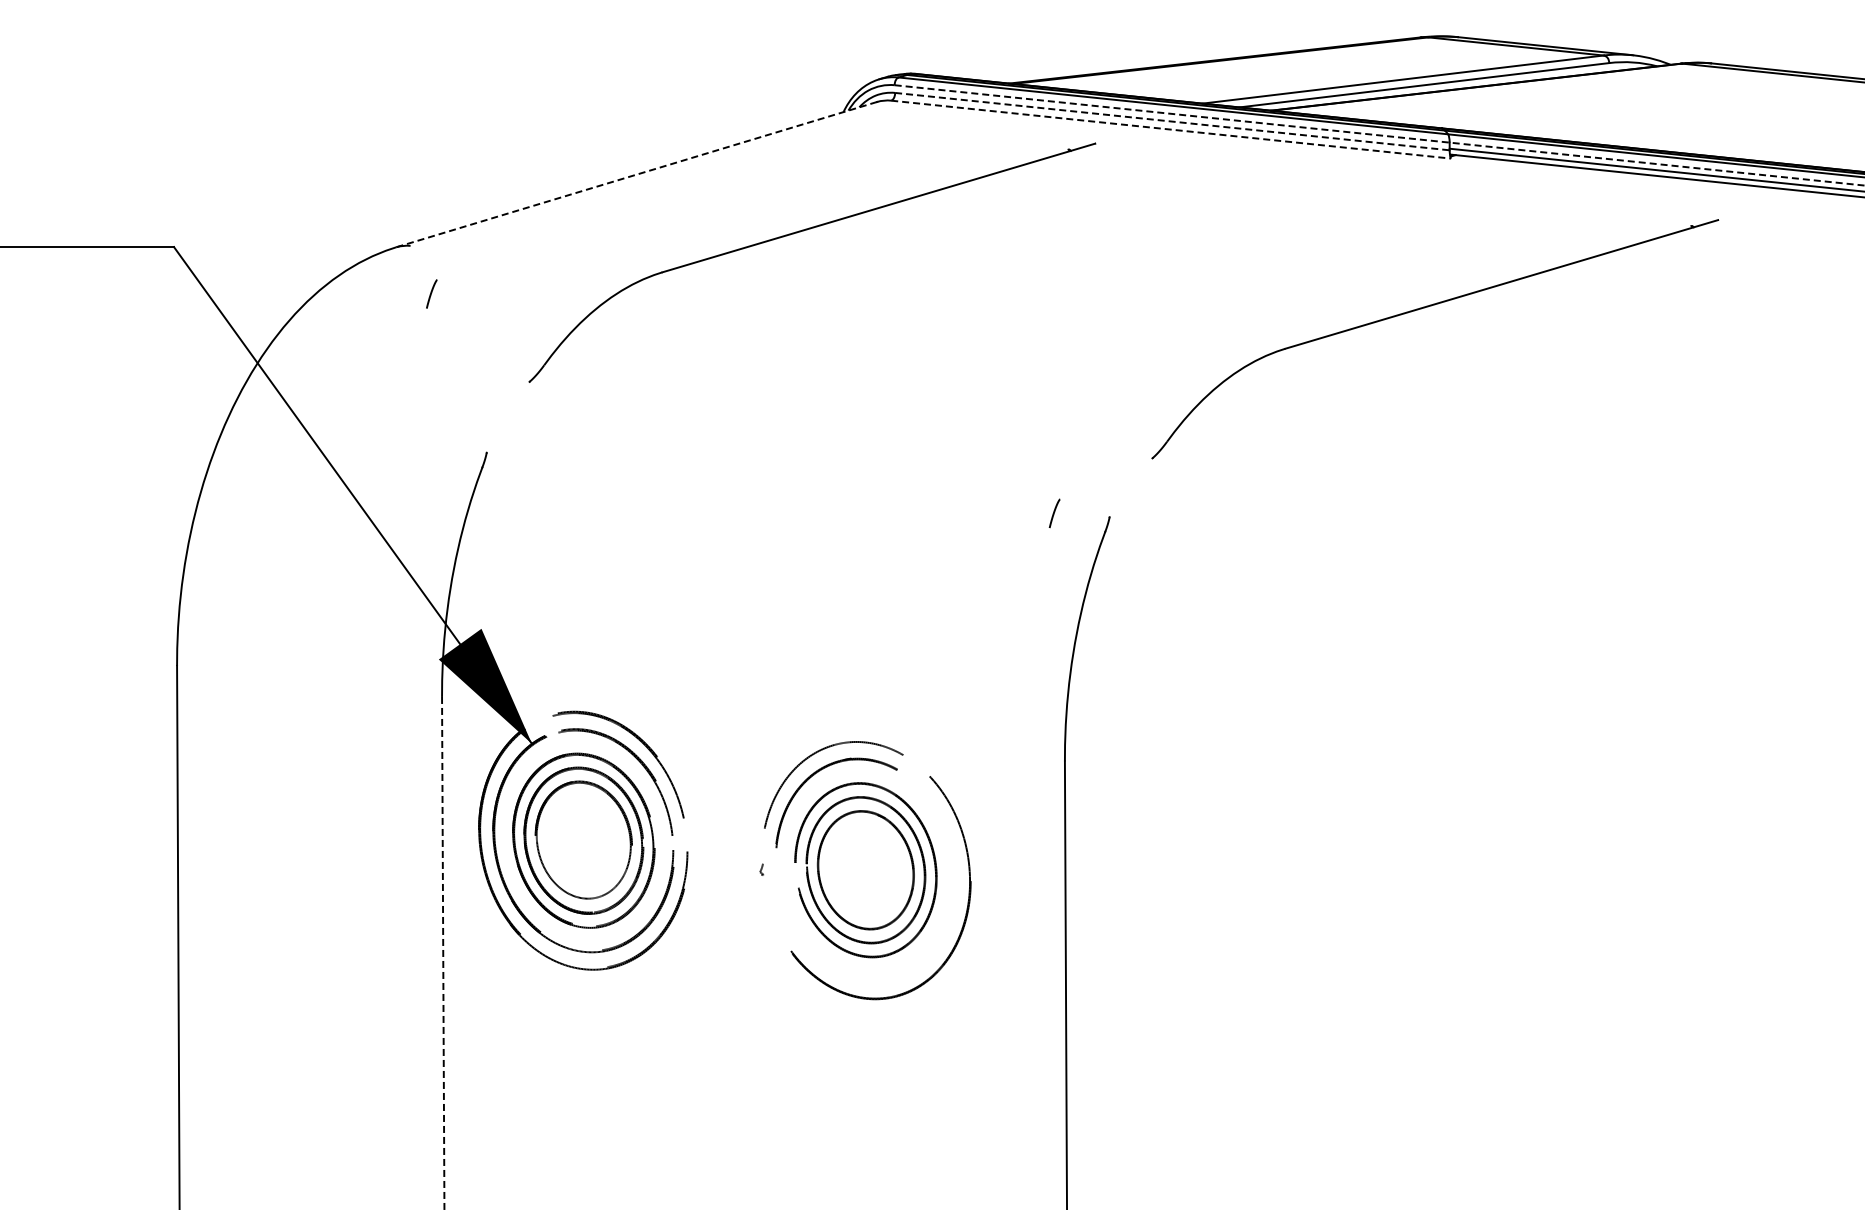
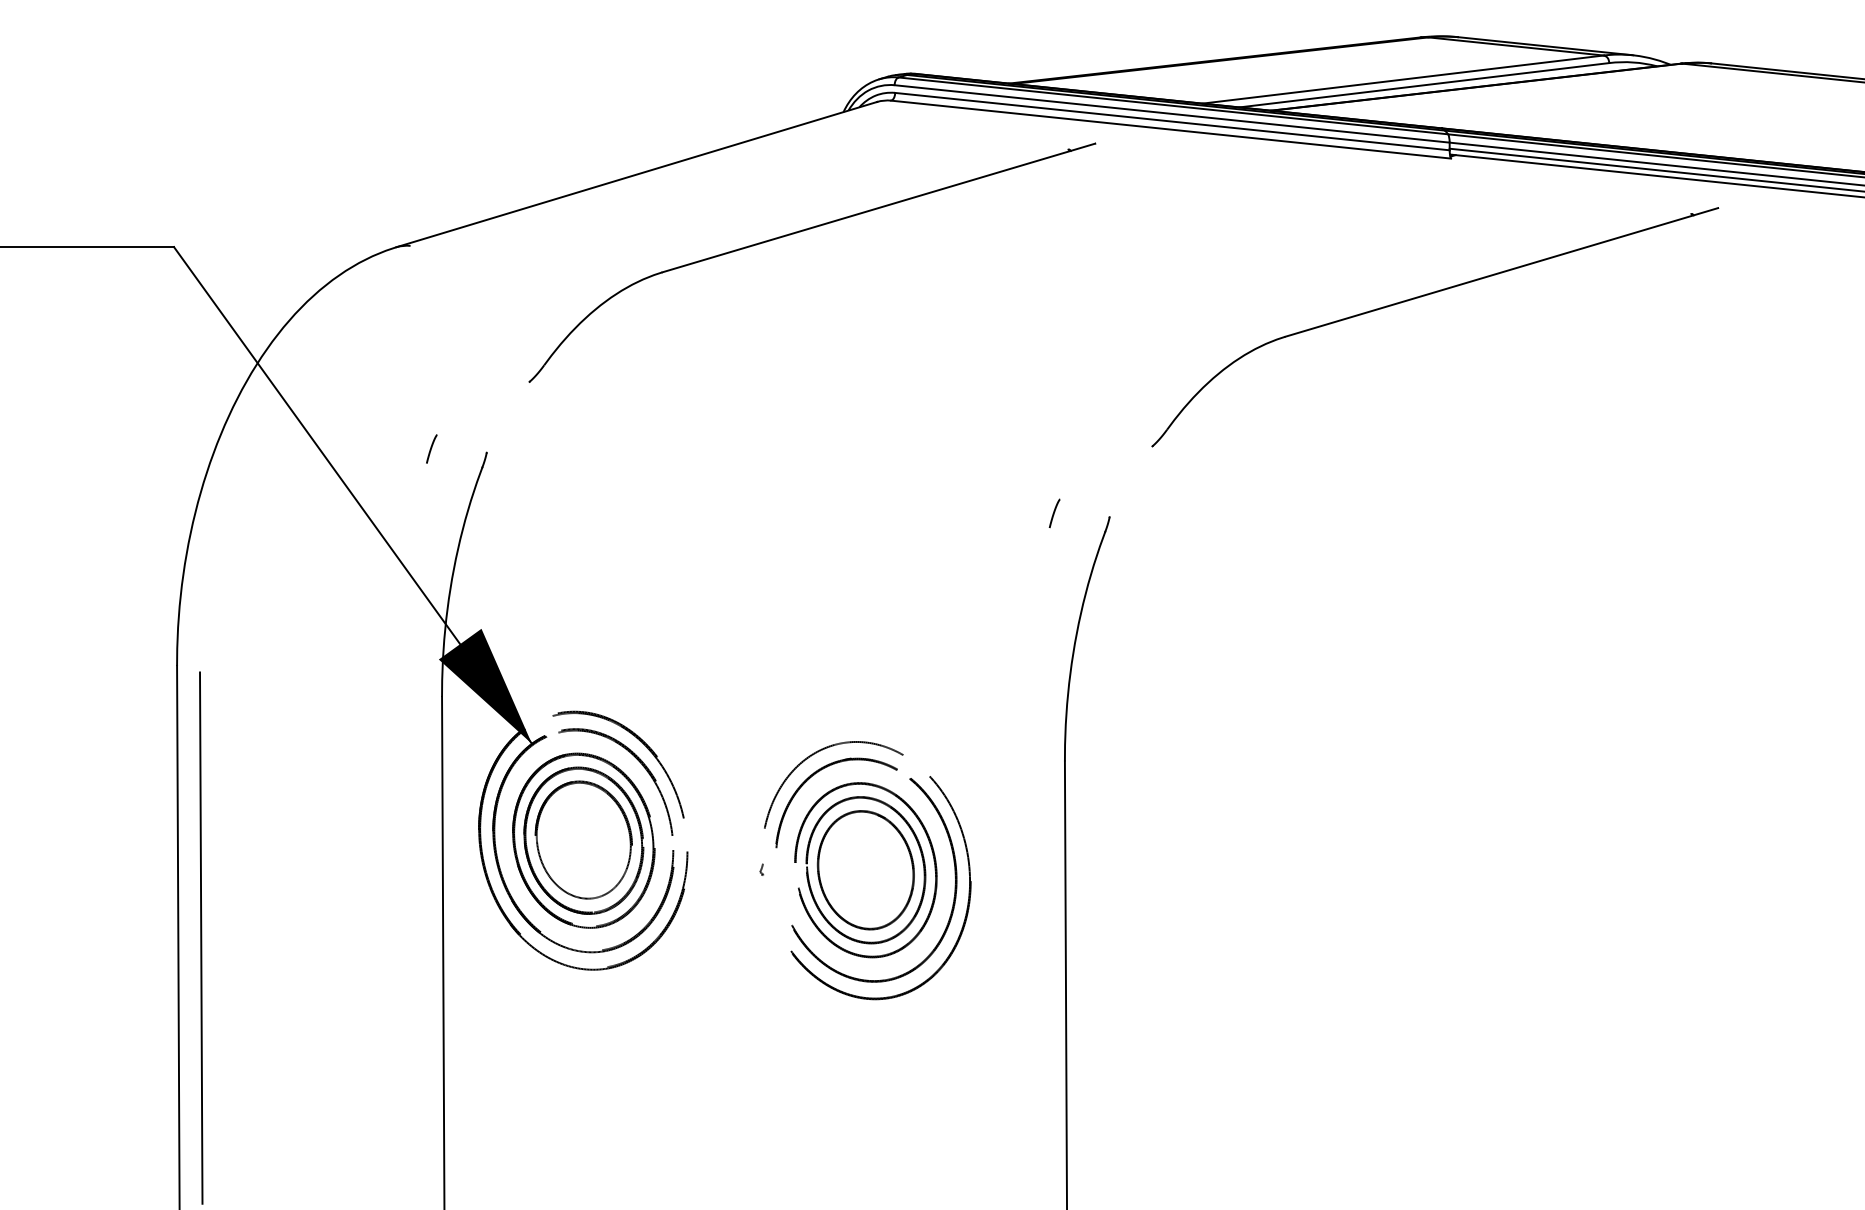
line at (1172, 121): dashed -> solid
line at (1171, 129): dashed -> solid
line at (1379, 135): dashed -> solid
line at (636, 174): dashed -> solid
line at (431, 293) position: (431, 293) -> (431, 448)
part at (1428, 307) position: (1428, 307) -> (1428, 295)
part at (954, 876): none -> present
line at (201, 937): none -> present
line at (443, 953): dashed -> solid
